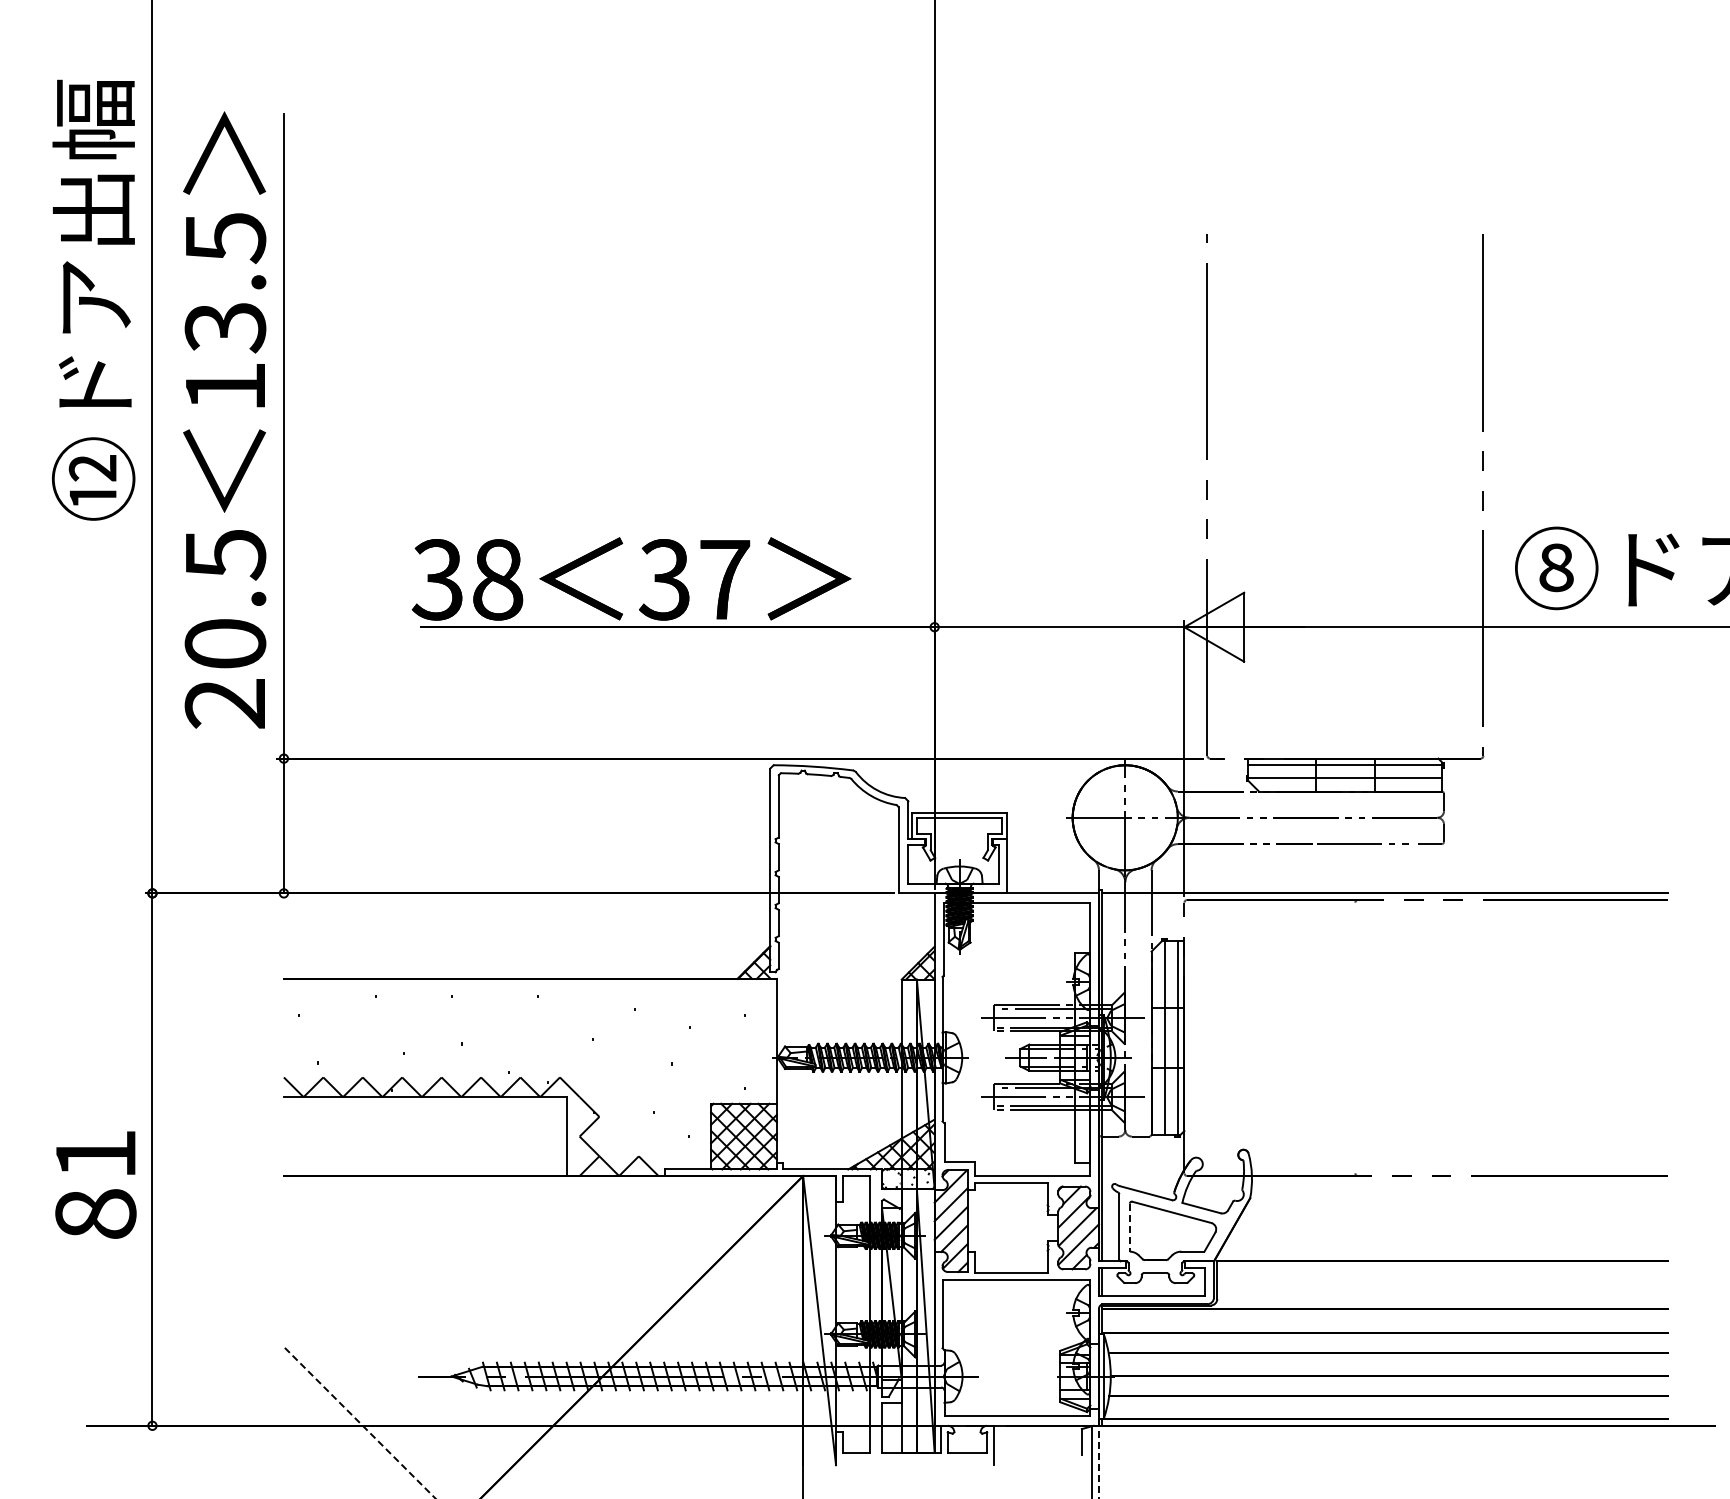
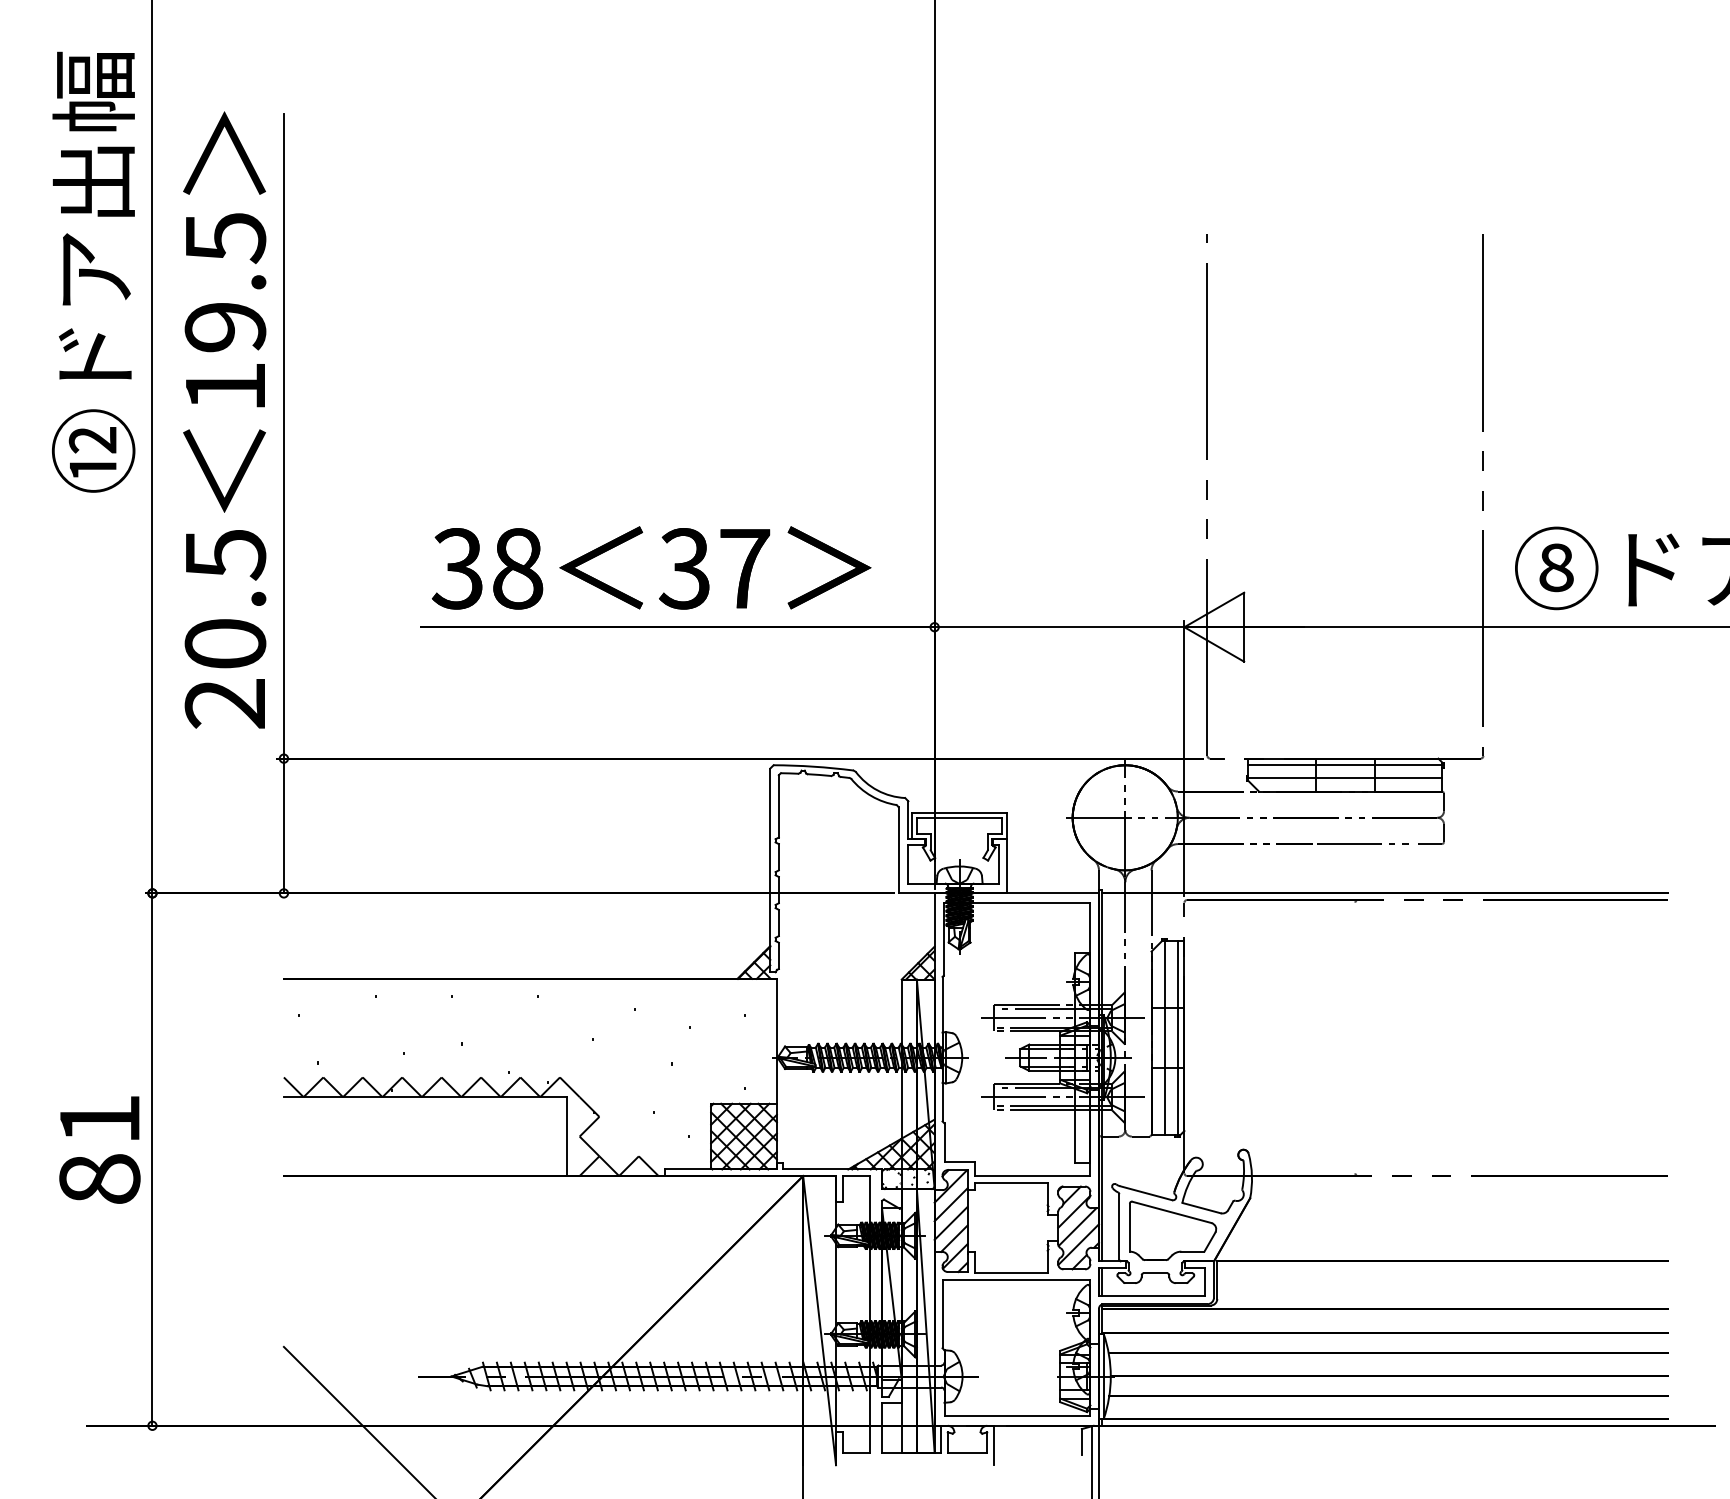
text at (93, 299) position: (93, 299) -> (93, 271)
text at (225, 328): 13.5 -> 19.5
text at (631, 578) position: (631, 578) -> (651, 567)
text at (95, 1184) position: (95, 1184) -> (99, 1149)
line at (1129, 1227): dashed -> solid
line at (359, 1422): dashed -> solid
line at (1098, 1461): dashed -> solid
